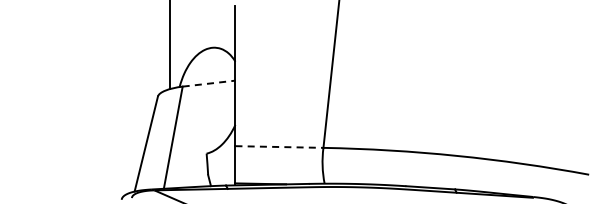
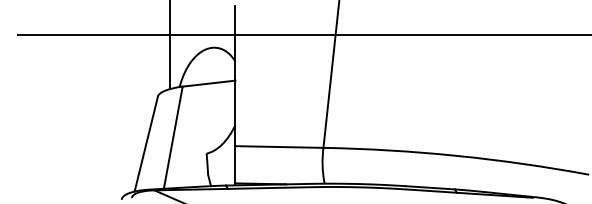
line at (302, 35): none -> present
line at (209, 83): dashed -> solid
line at (279, 147): dashed -> solid
